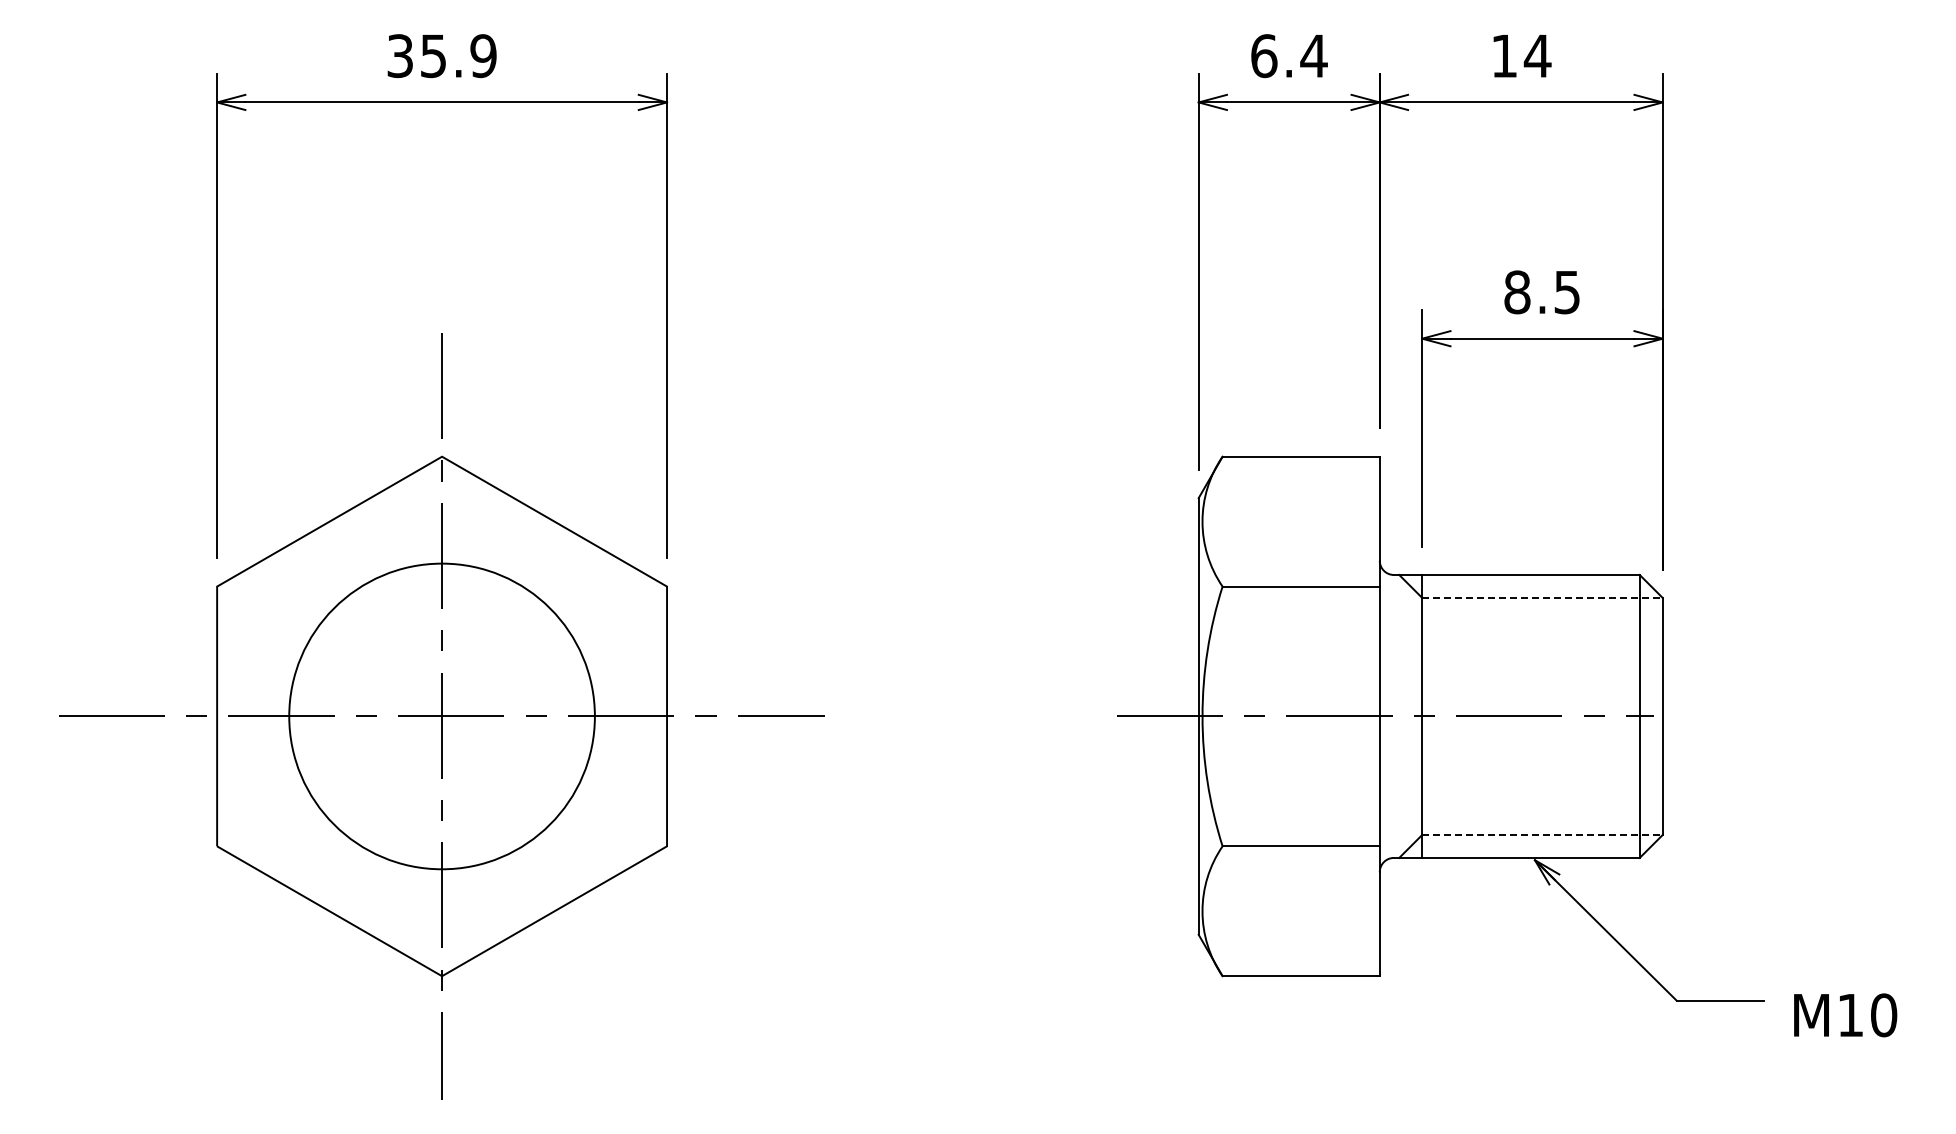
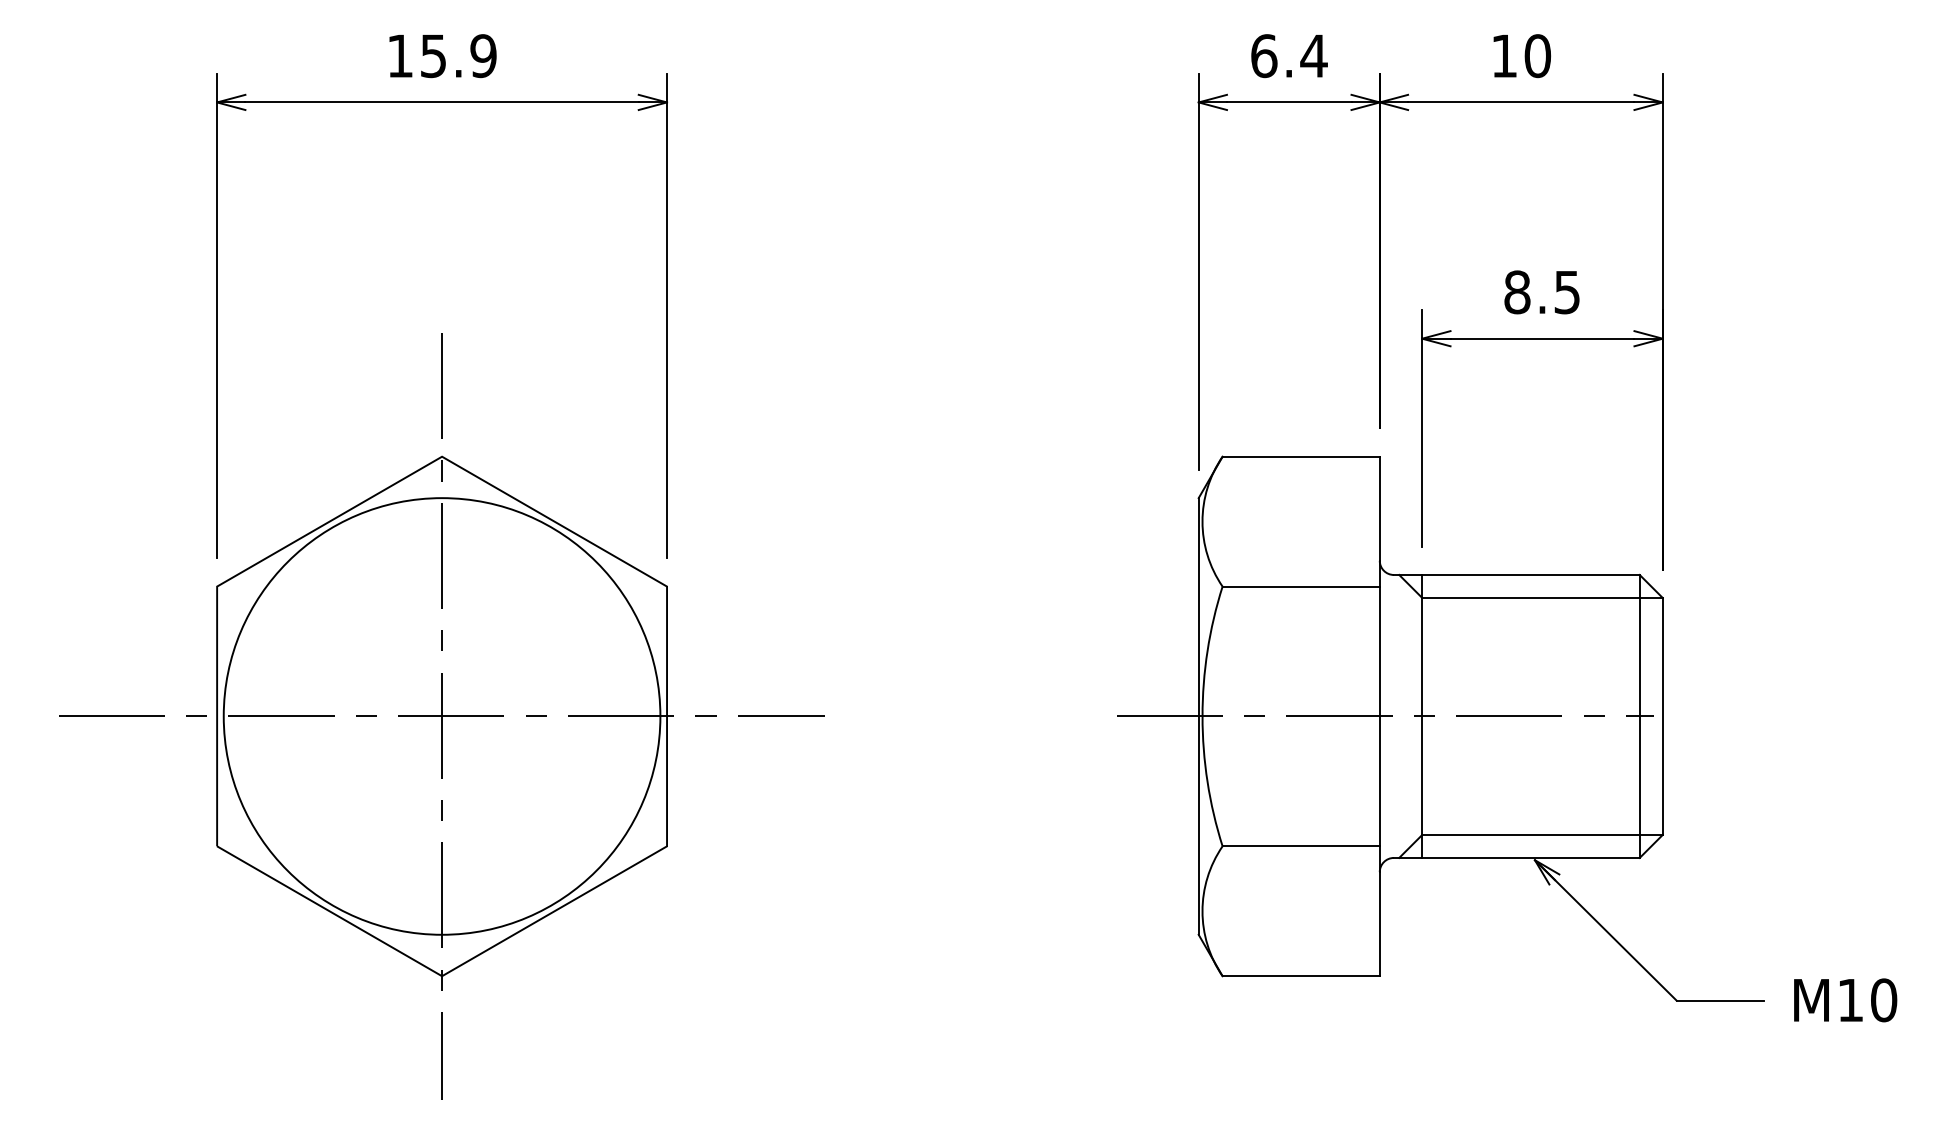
text at (399, 56): 35.9 -> 15.9
text at (1537, 56): 14 -> 10
line at (1542, 597): dashed -> solid
circle at (441, 716) diameter: 306 px -> 437 px
line at (1542, 834): dashed -> solid
text at (1845, 1015) position: (1845, 1015) -> (1845, 1000)
